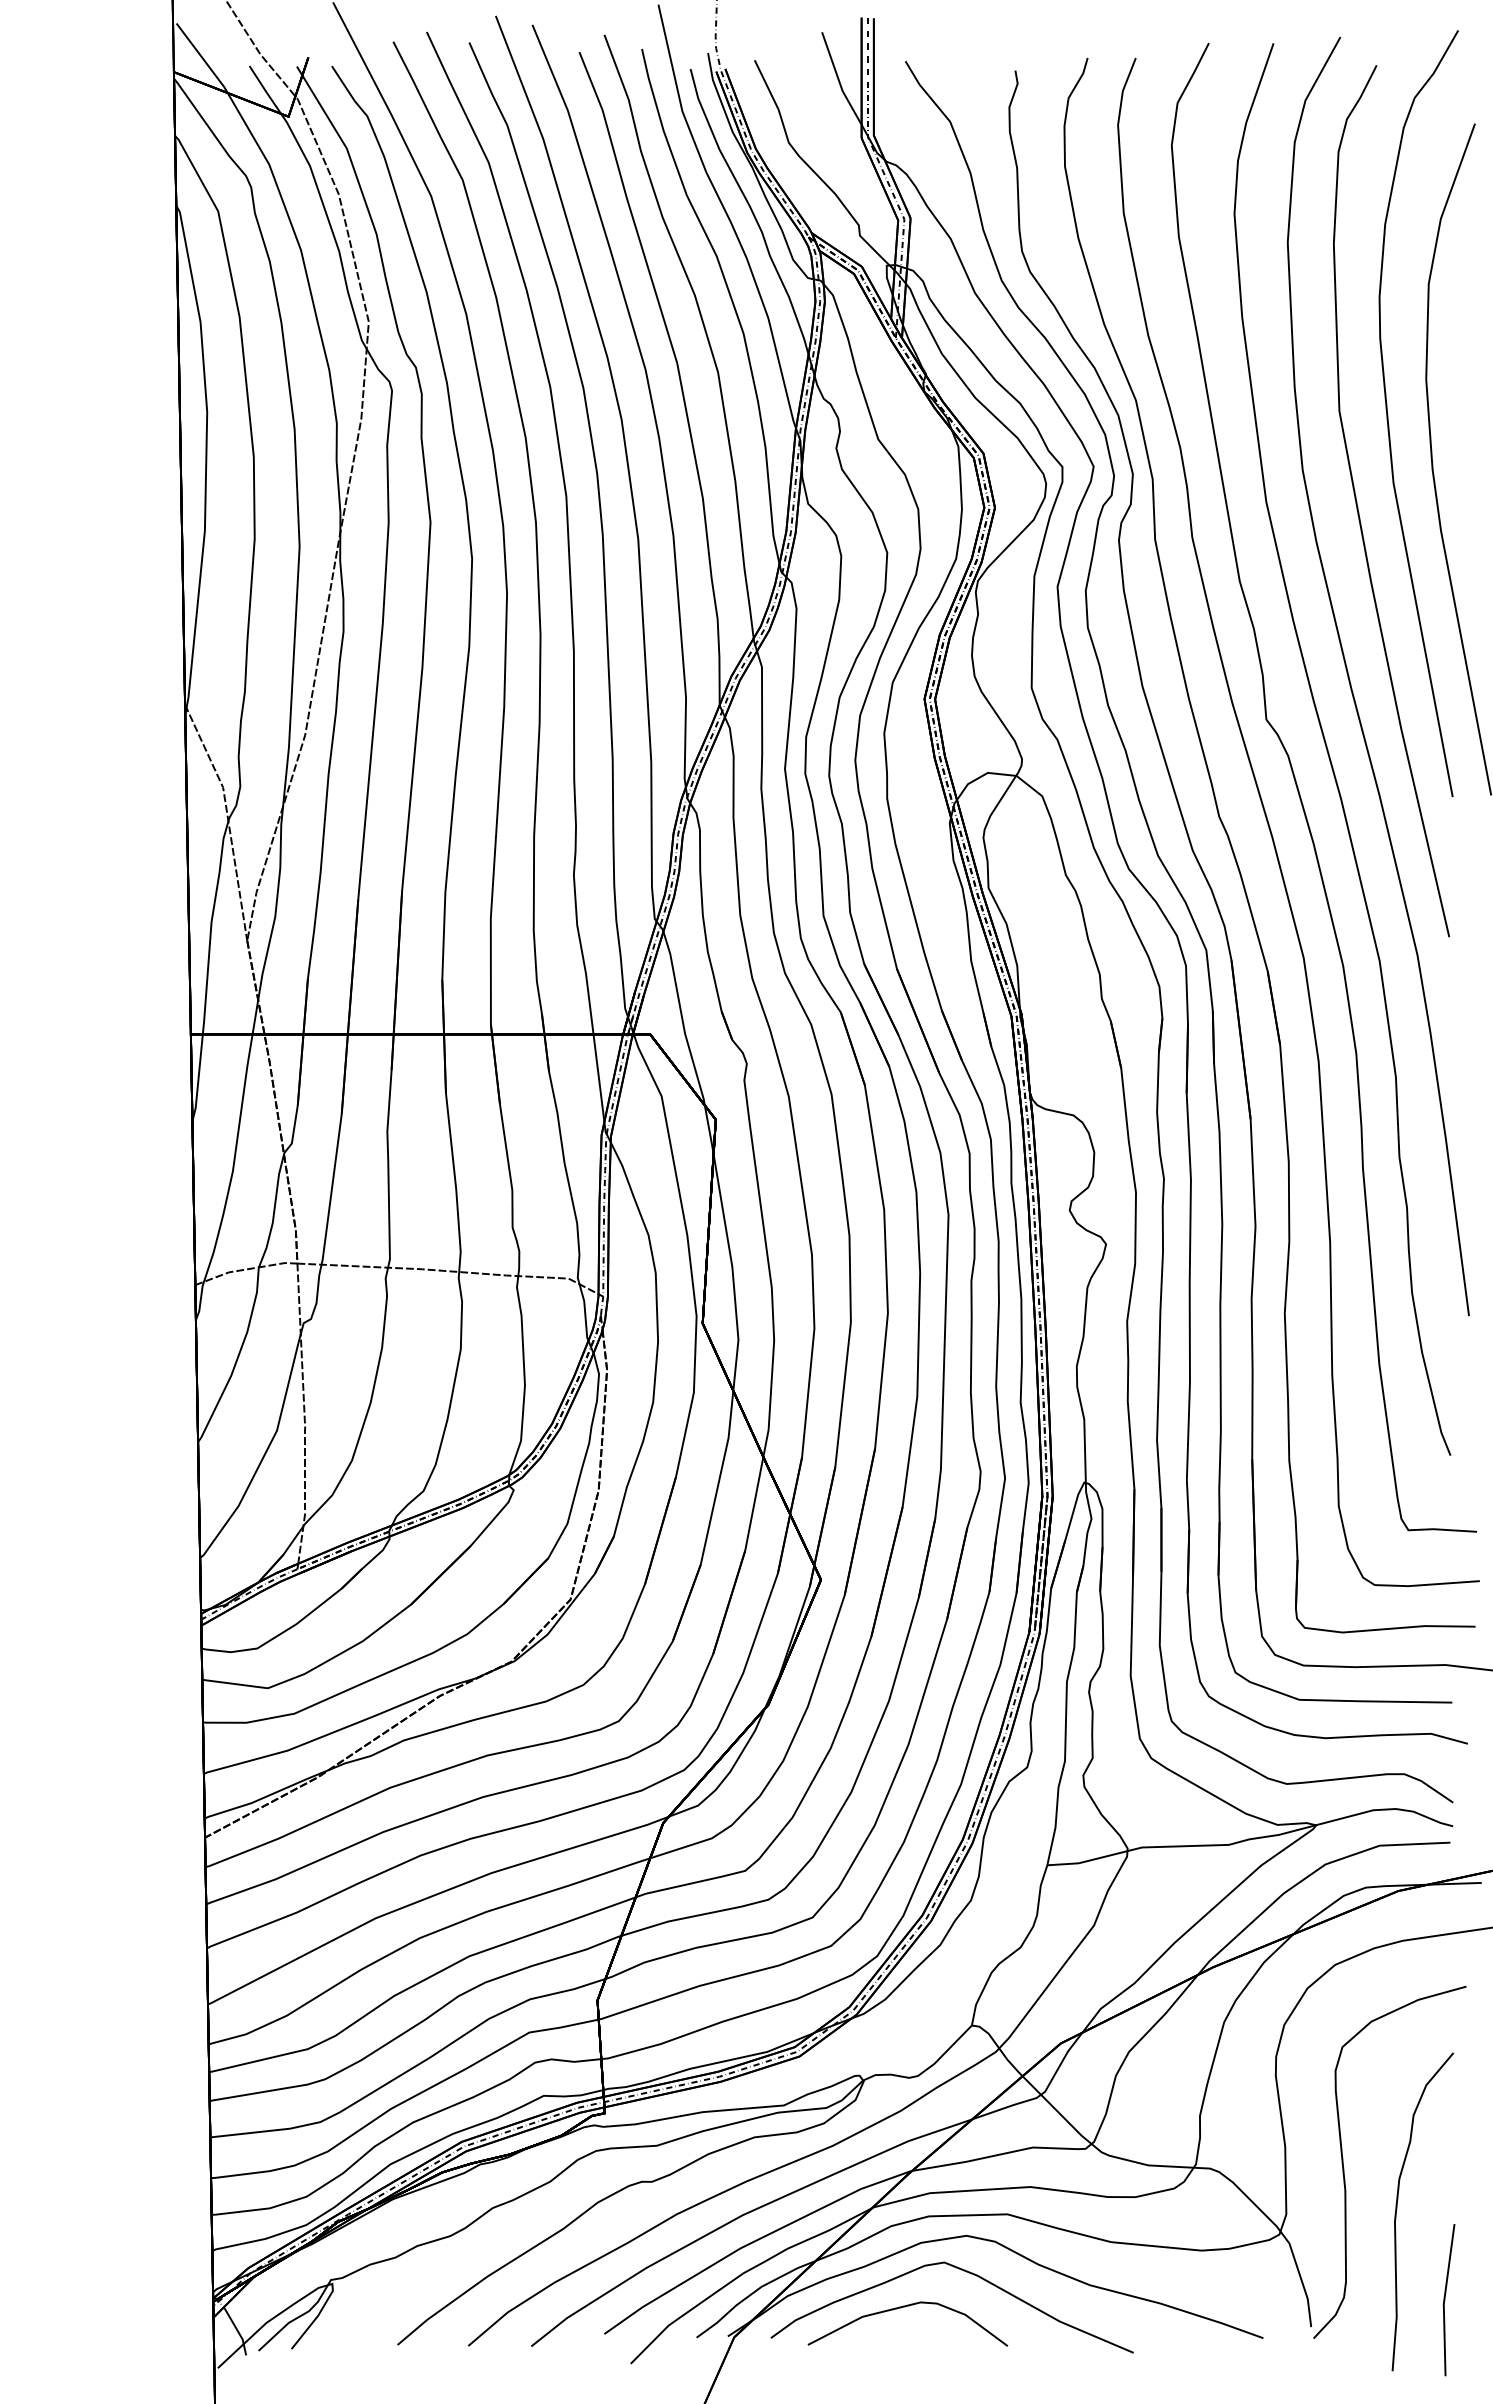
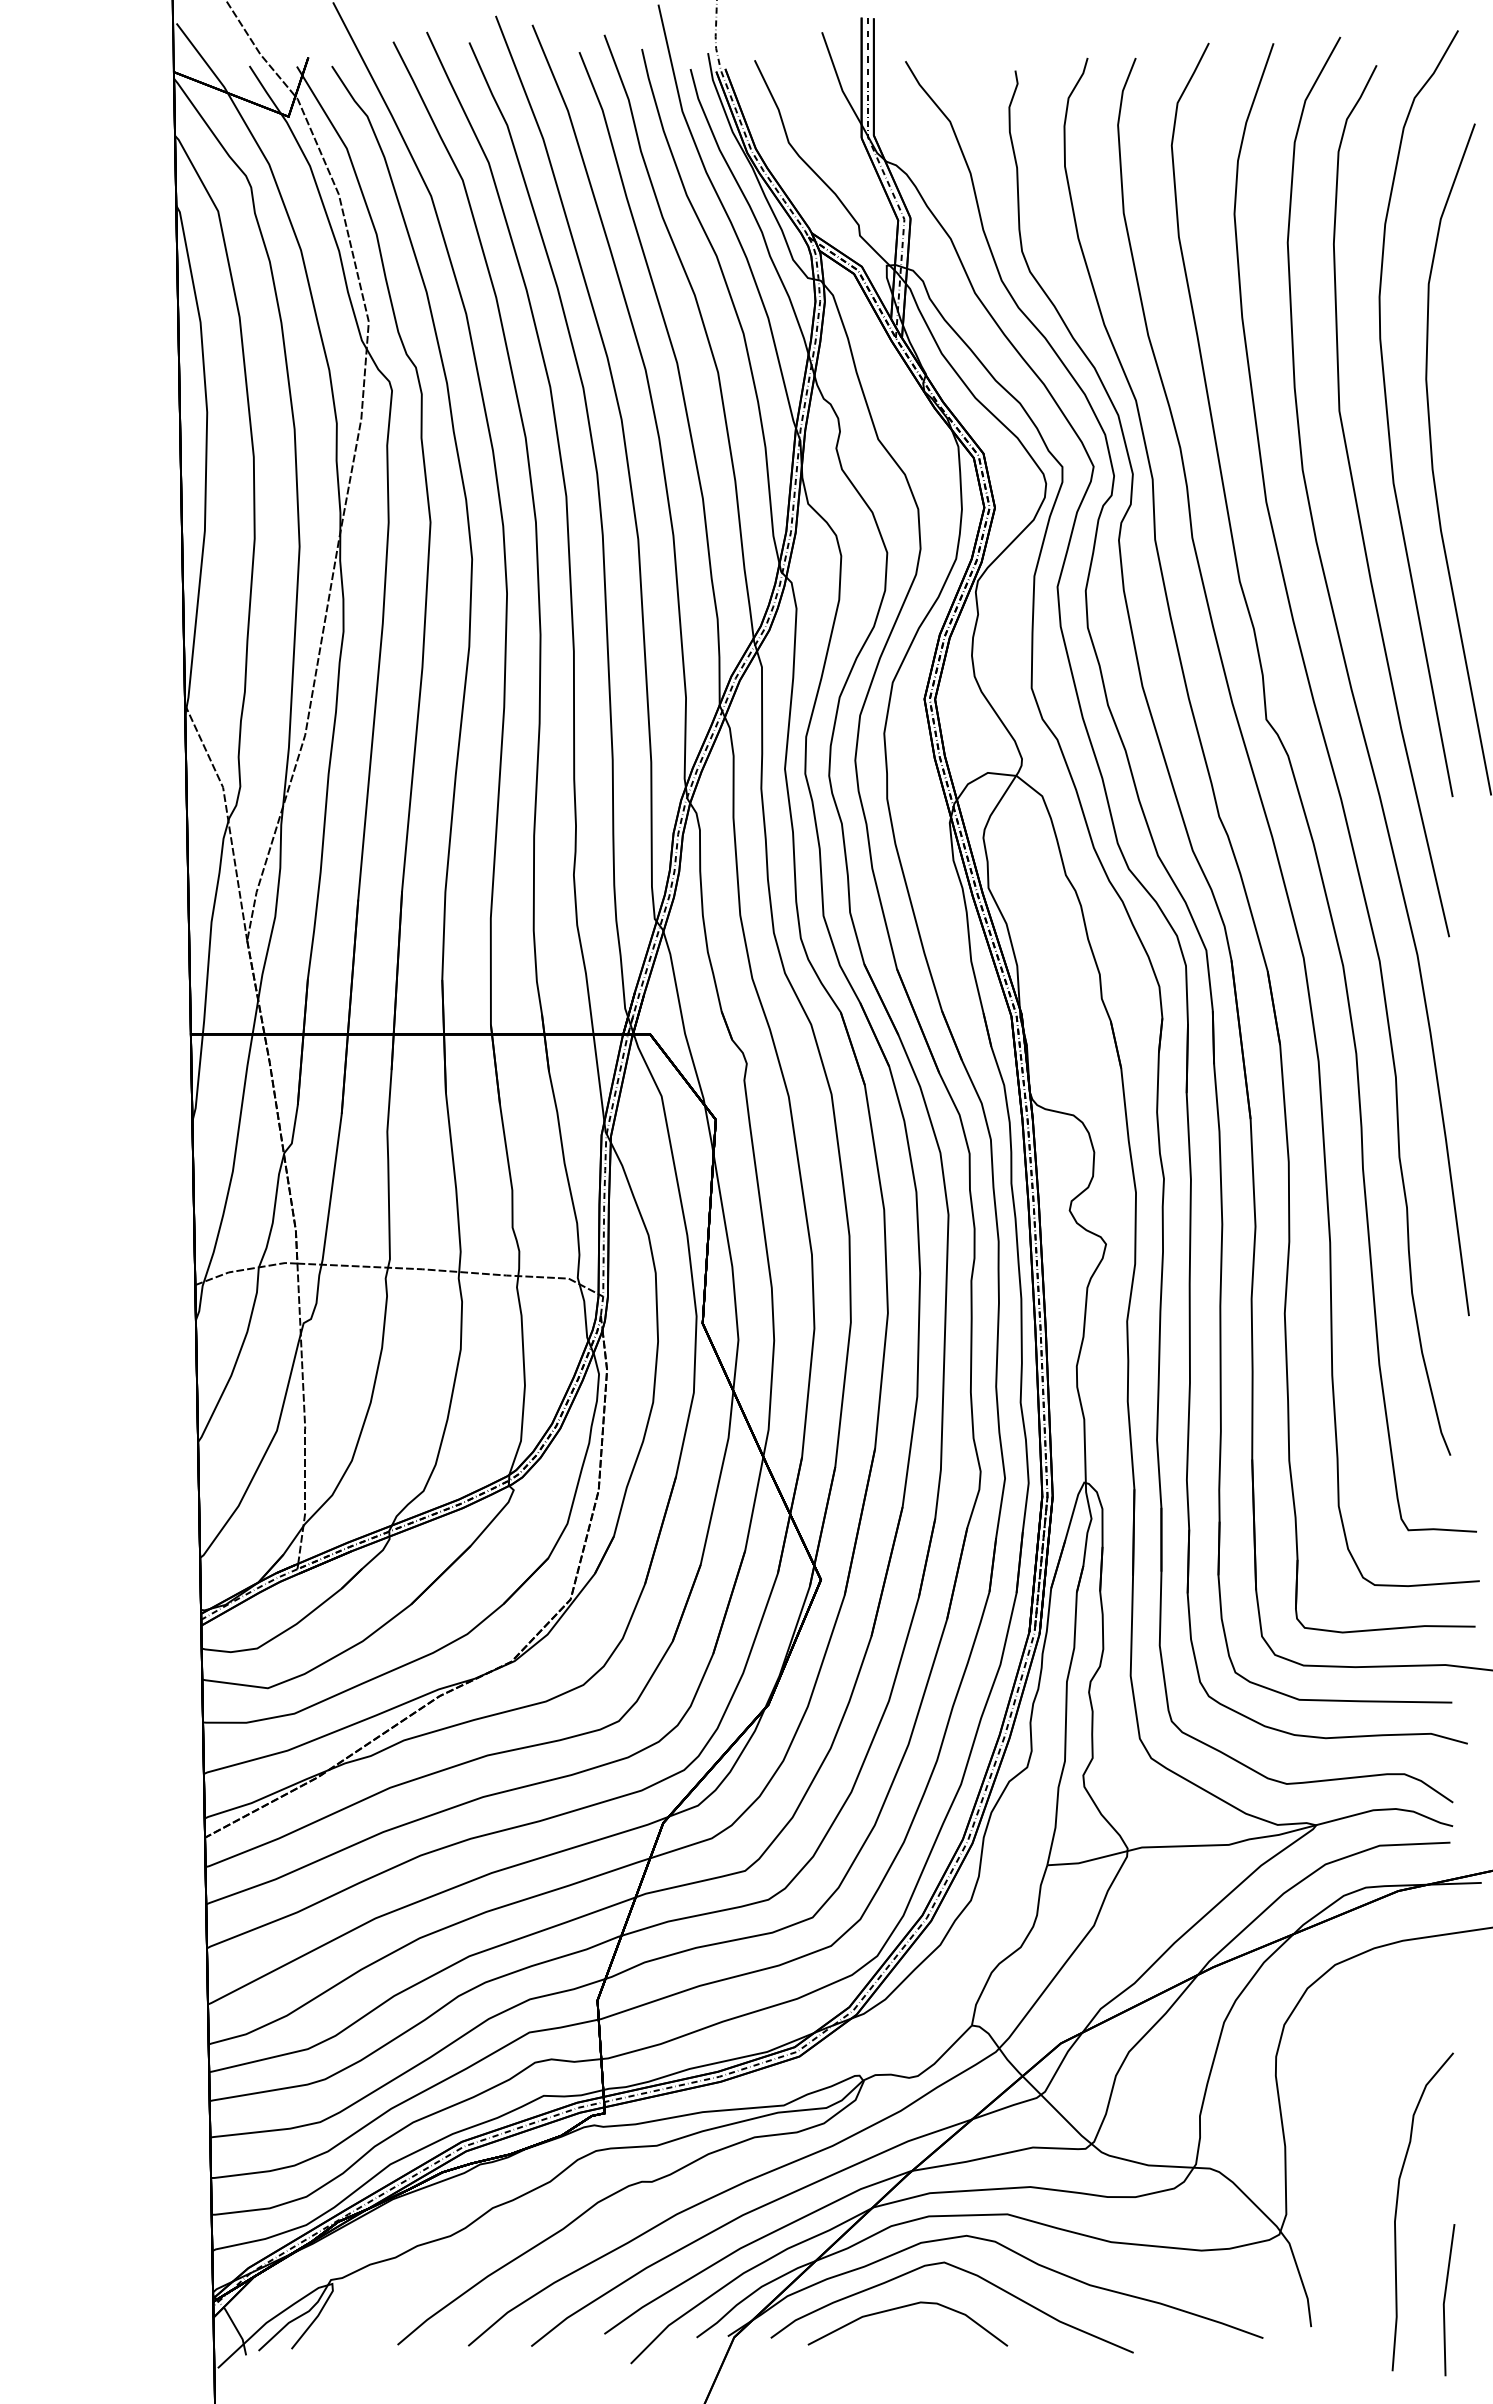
curve at (1344, 2168): present -> none
